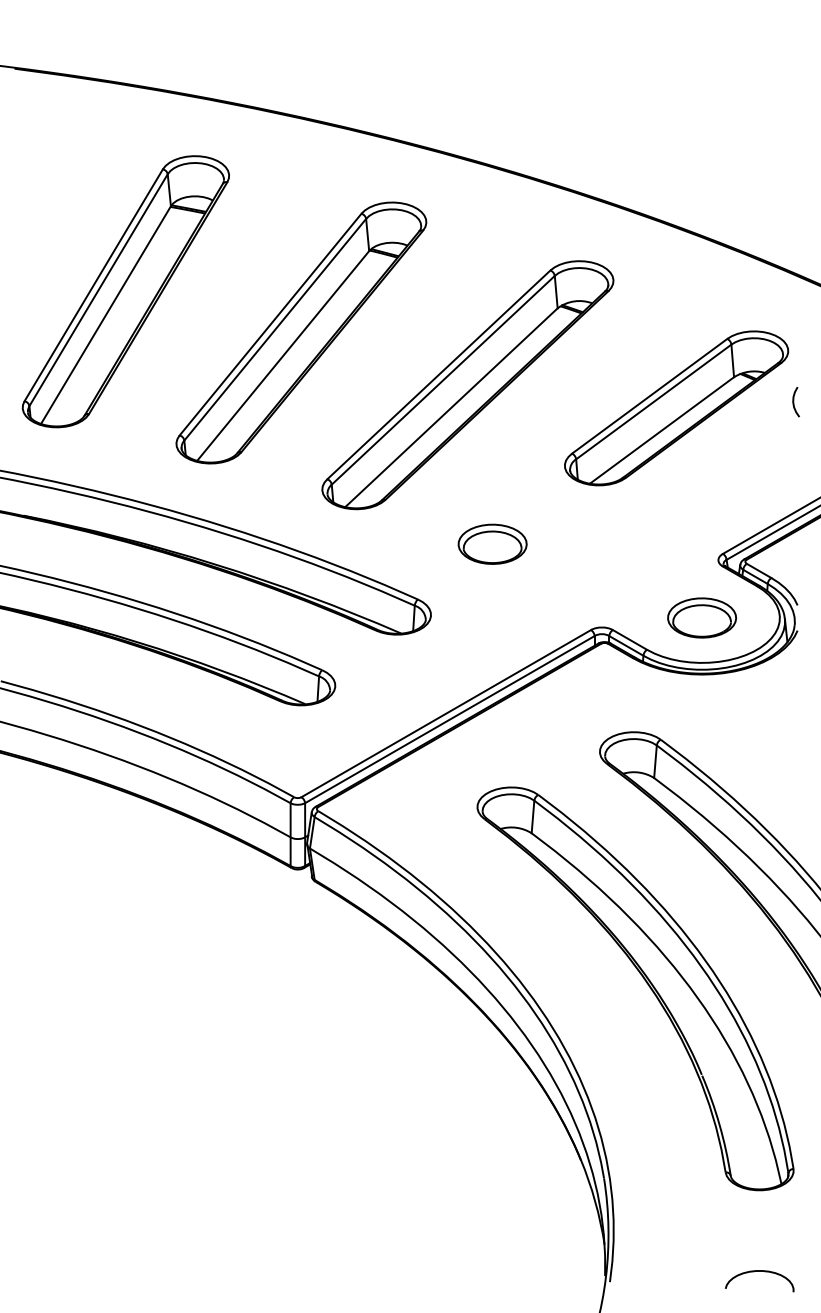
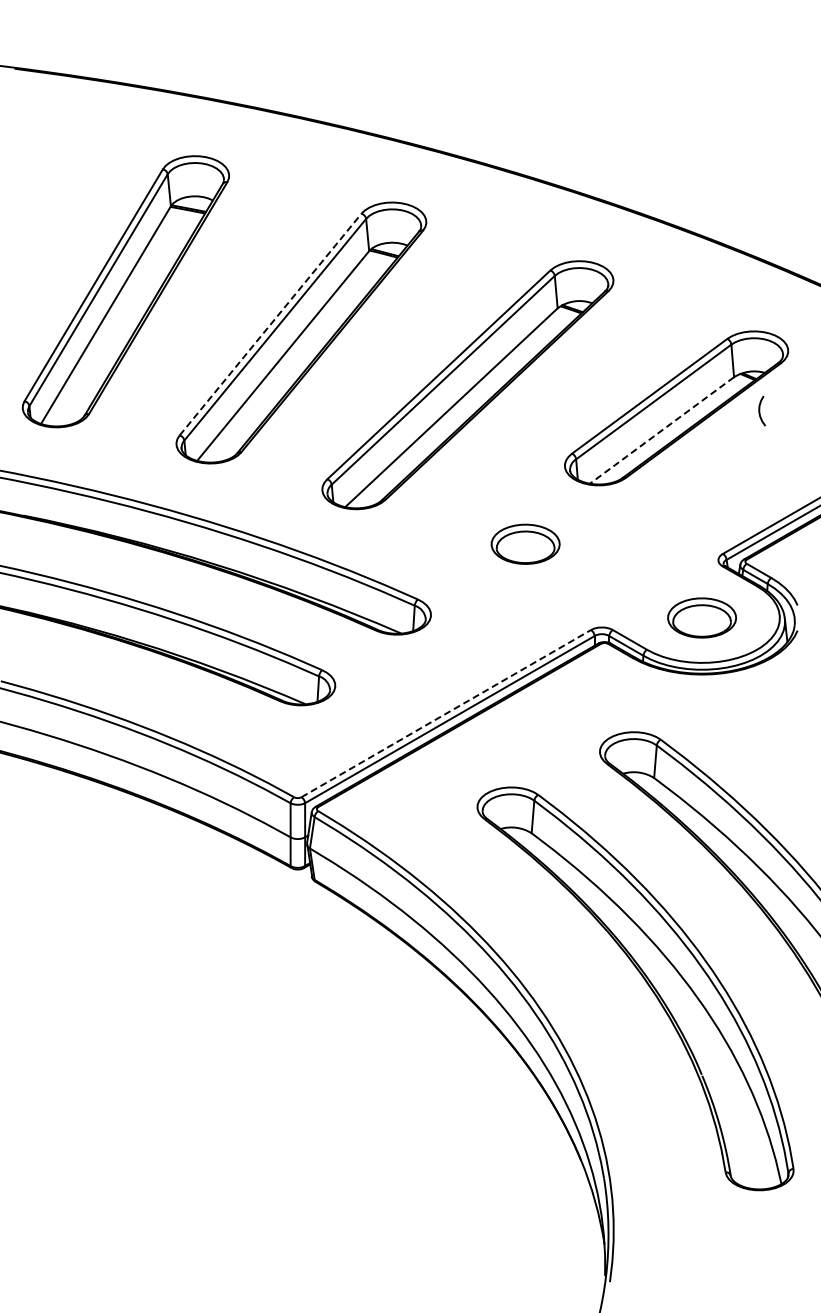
line at (270, 324): solid -> dashed
curve at (794, 402) position: (794, 402) -> (760, 411)
line at (662, 430): solid -> dashed
part at (492, 543) position: (492, 543) -> (525, 543)
line at (446, 713): solid -> dashed
curve at (759, 1271): present -> none
